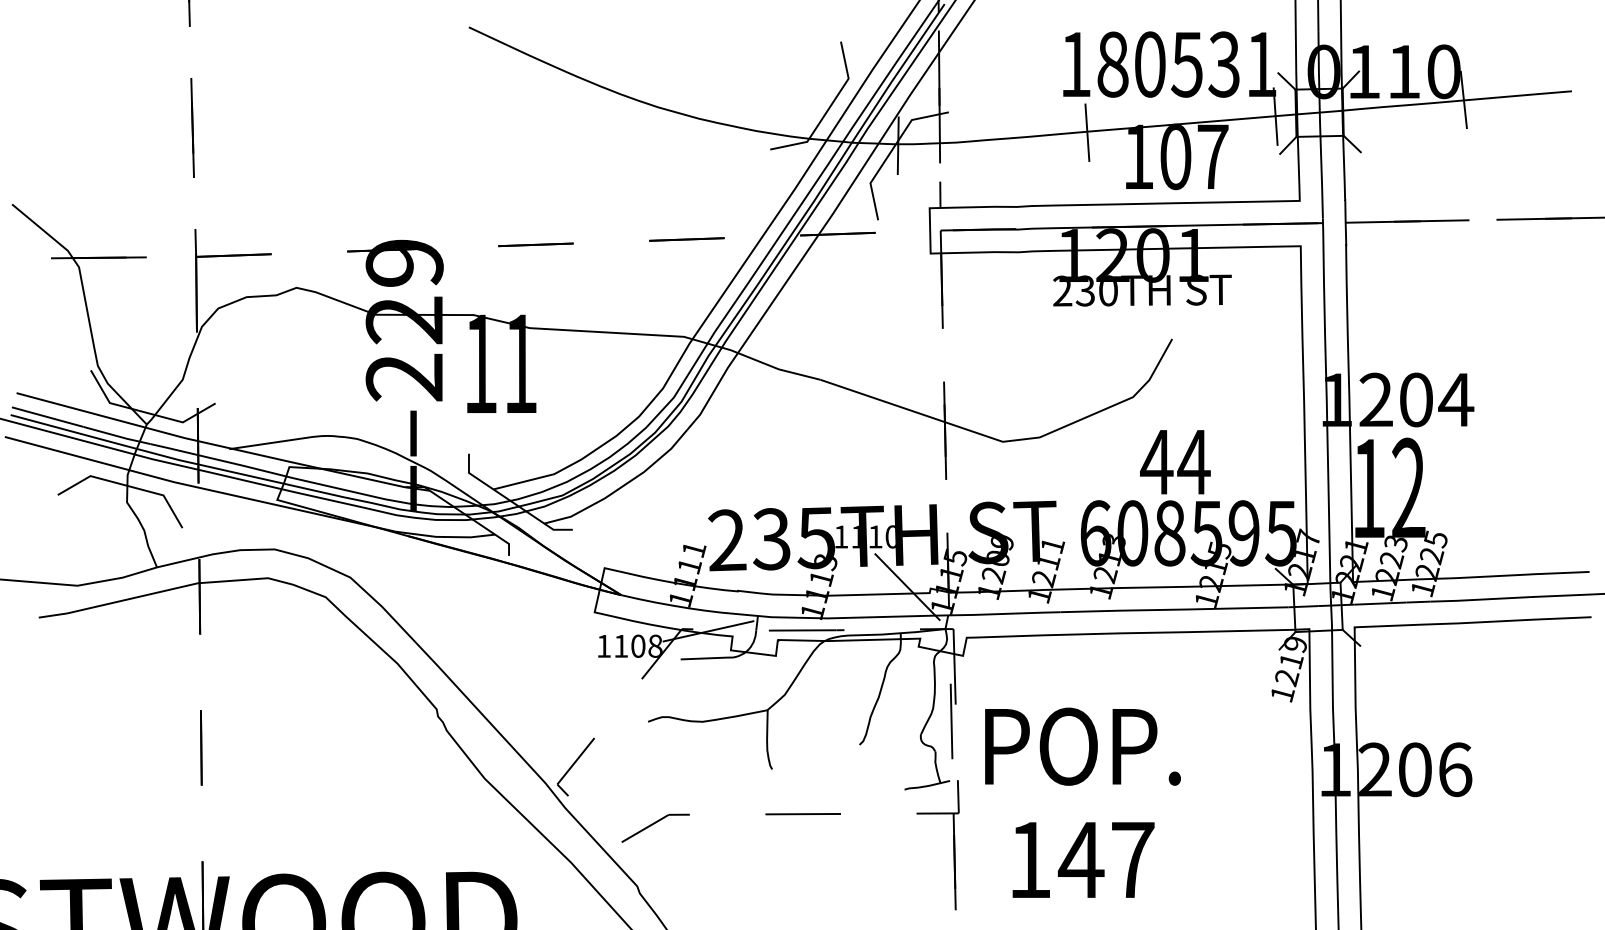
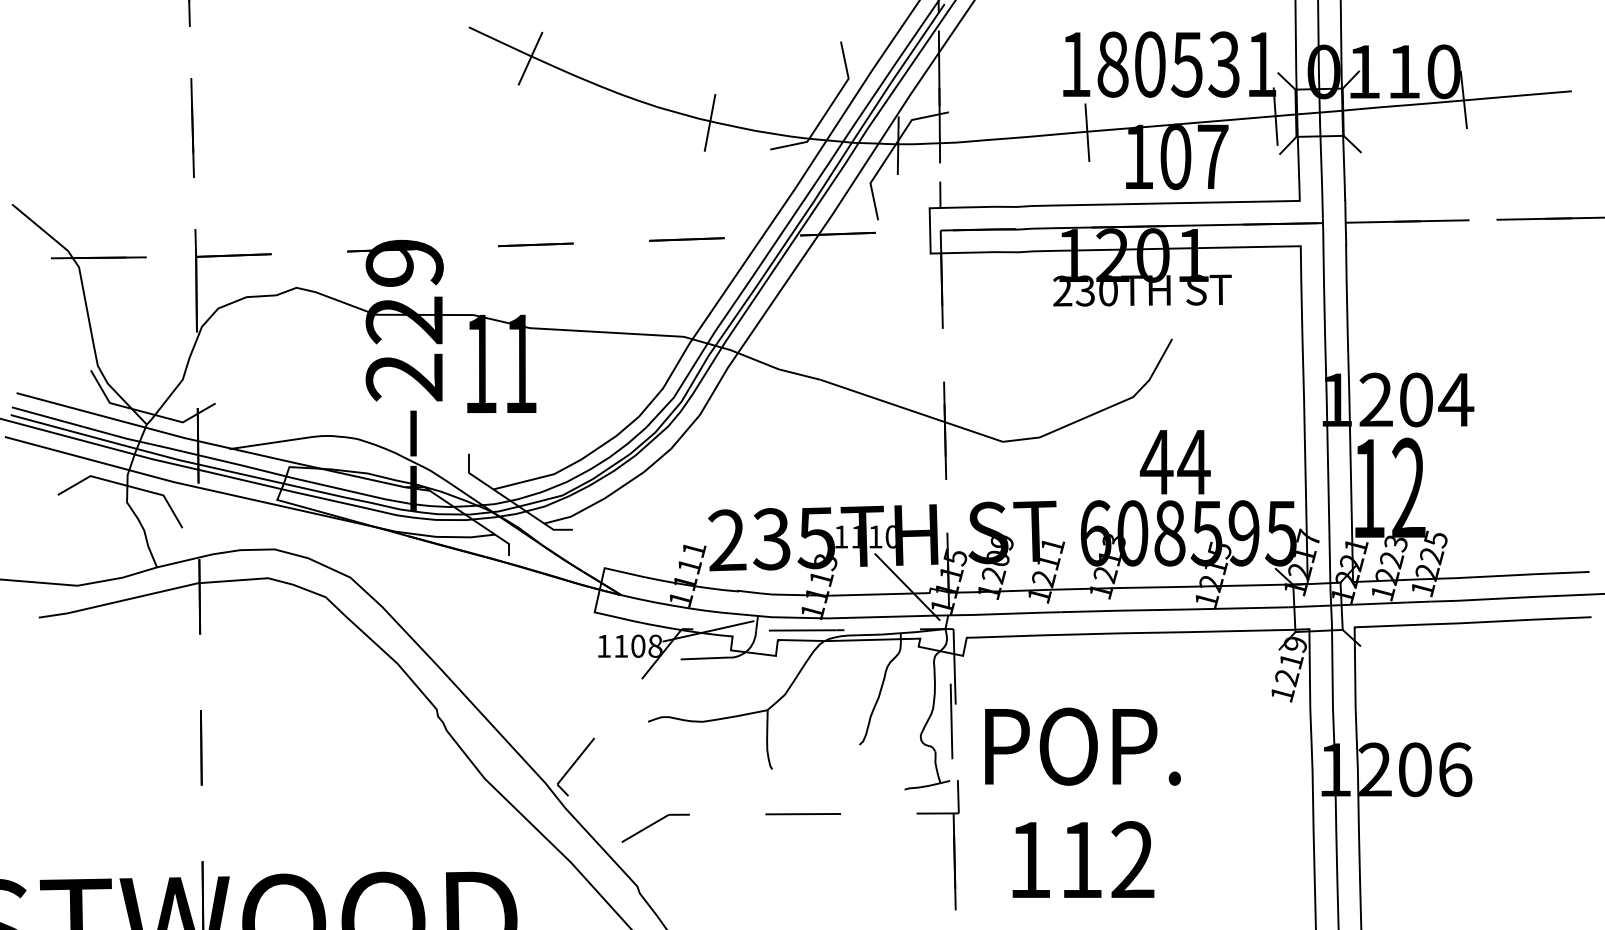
line at (530, 58): none -> present
line at (709, 122): none -> present
text at (1105, 859): 147 -> 112
